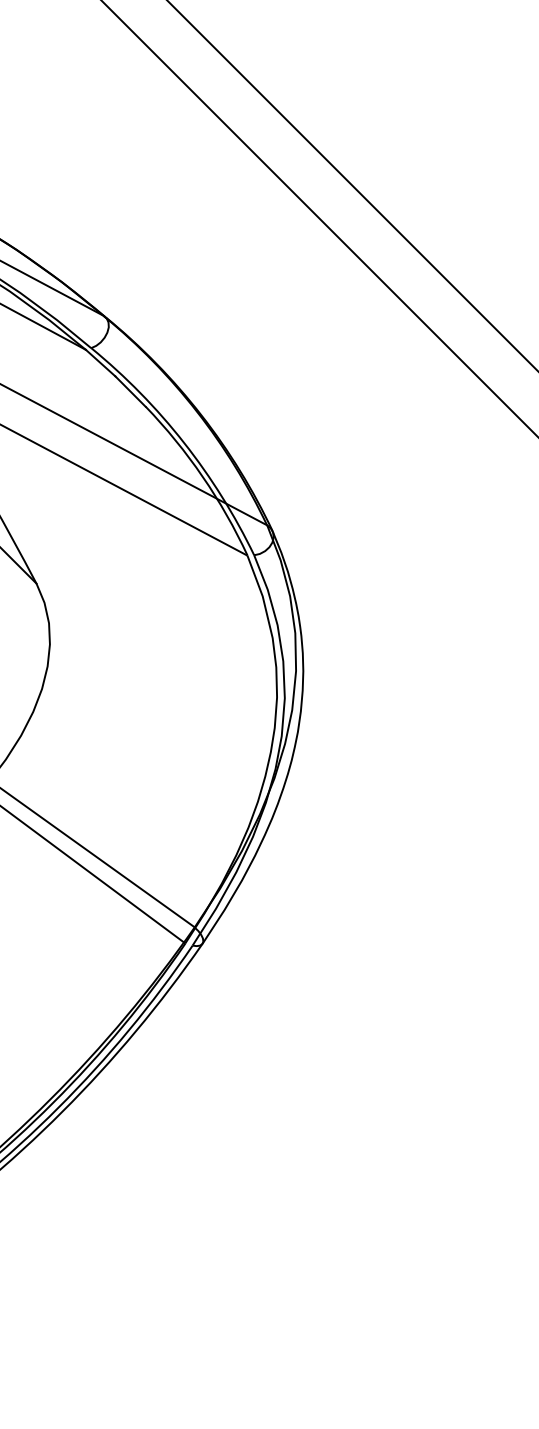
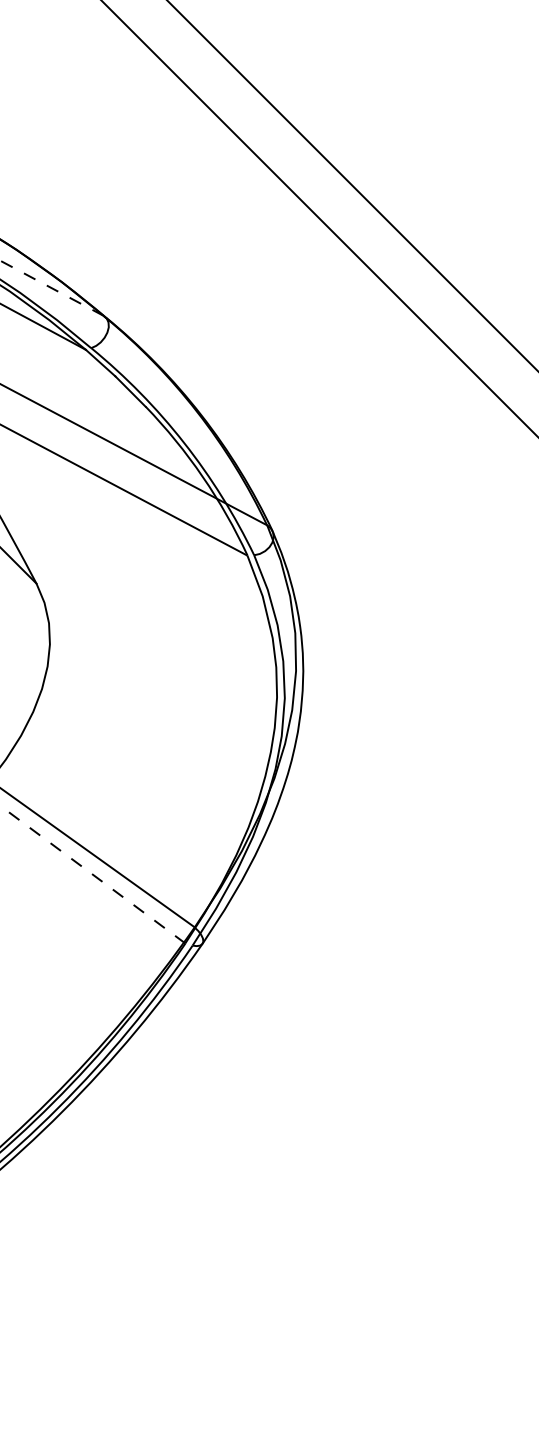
line at (51, 288): solid -> dashed
line at (92, 874): solid -> dashed
